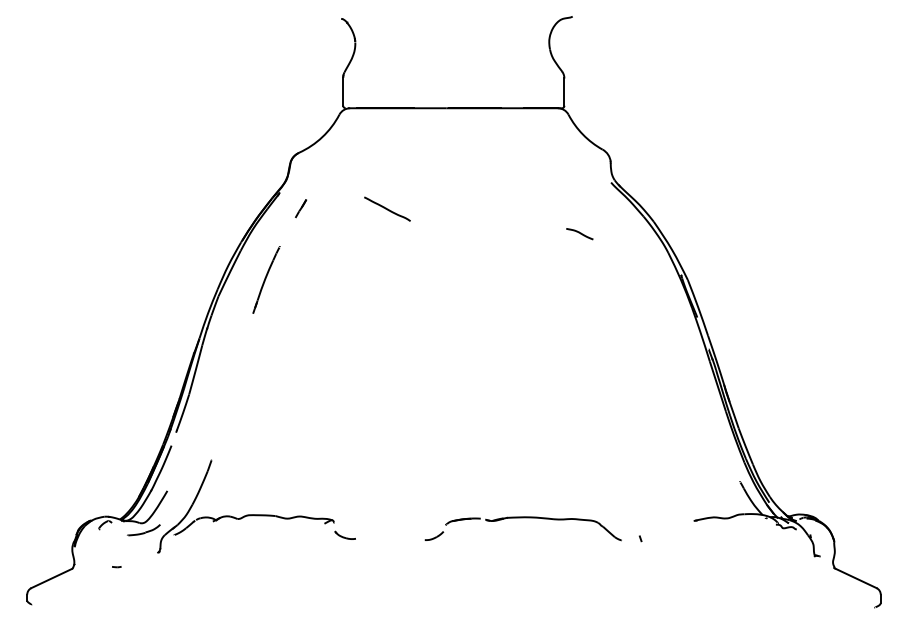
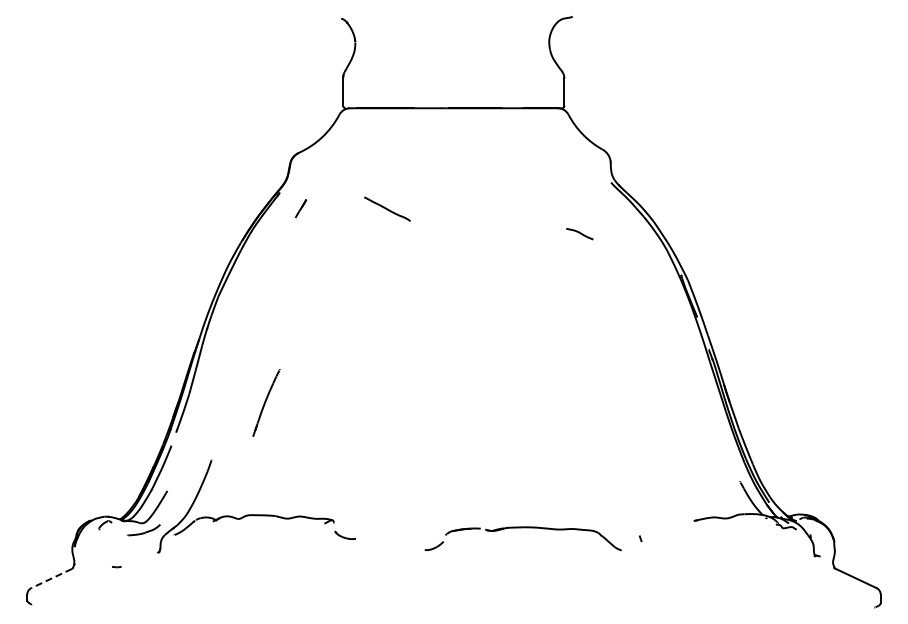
part at (266, 279) position: (266, 279) -> (266, 402)
part at (522, 518) position: (522, 518) -> (522, 528)
line at (51, 578): solid -> dashed
